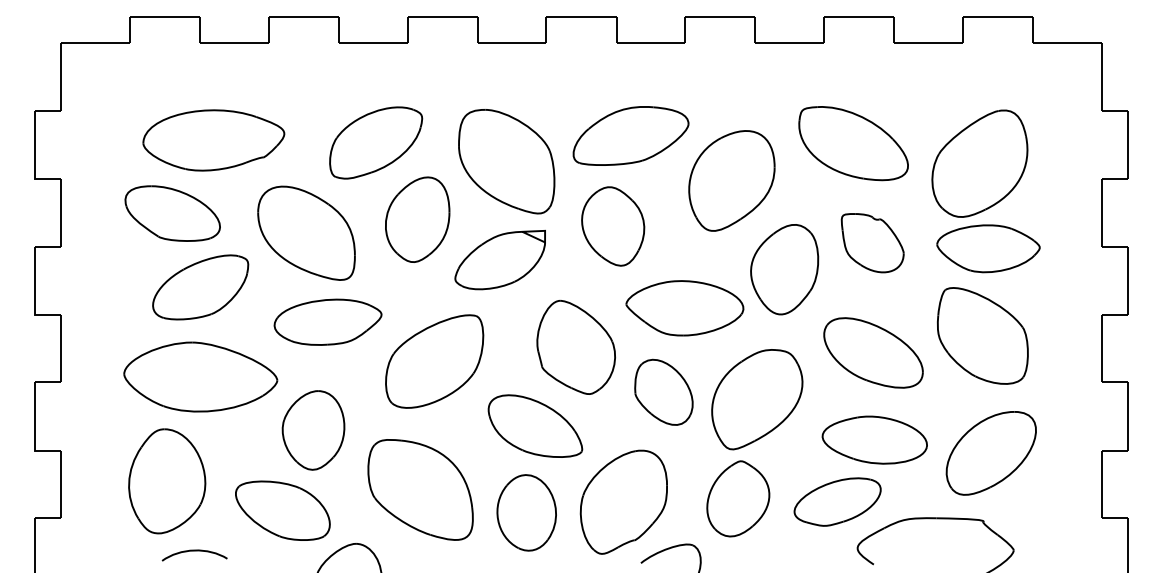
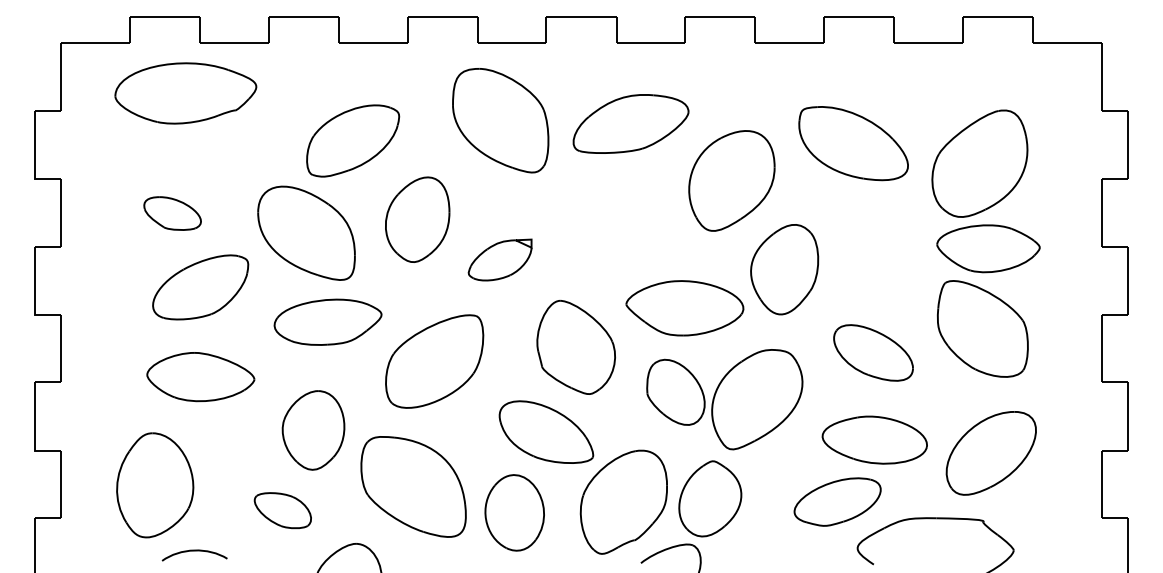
part at (630, 135) position: (630, 135) -> (630, 123)
part at (213, 140) position: (213, 140) -> (185, 93)
part at (376, 142) position: (376, 142) -> (353, 140)
part at (506, 161) position: (506, 161) -> (500, 120)
part at (172, 213) size: 97x57 px -> 59x35 px
part at (613, 226): present -> none
part at (872, 243): present -> none
part at (499, 259) size: 92x62 px -> 66x44 px
part at (982, 335) position: (982, 335) -> (982, 328)
part at (873, 352) size: 101x72 px -> 81x58 px
part at (200, 376) size: 156x72 px -> 110x51 px
part at (663, 391) position: (663, 391) -> (675, 391)
part at (535, 425) position: (535, 425) -> (546, 431)
part at (167, 481) position: (167, 481) -> (155, 485)
part at (420, 489) position: (420, 489) -> (413, 486)
part at (738, 498) position: (738, 498) -> (710, 498)
part at (282, 510) size: 96x61 px -> 59x38 px
part at (526, 512) position: (526, 512) -> (514, 512)
